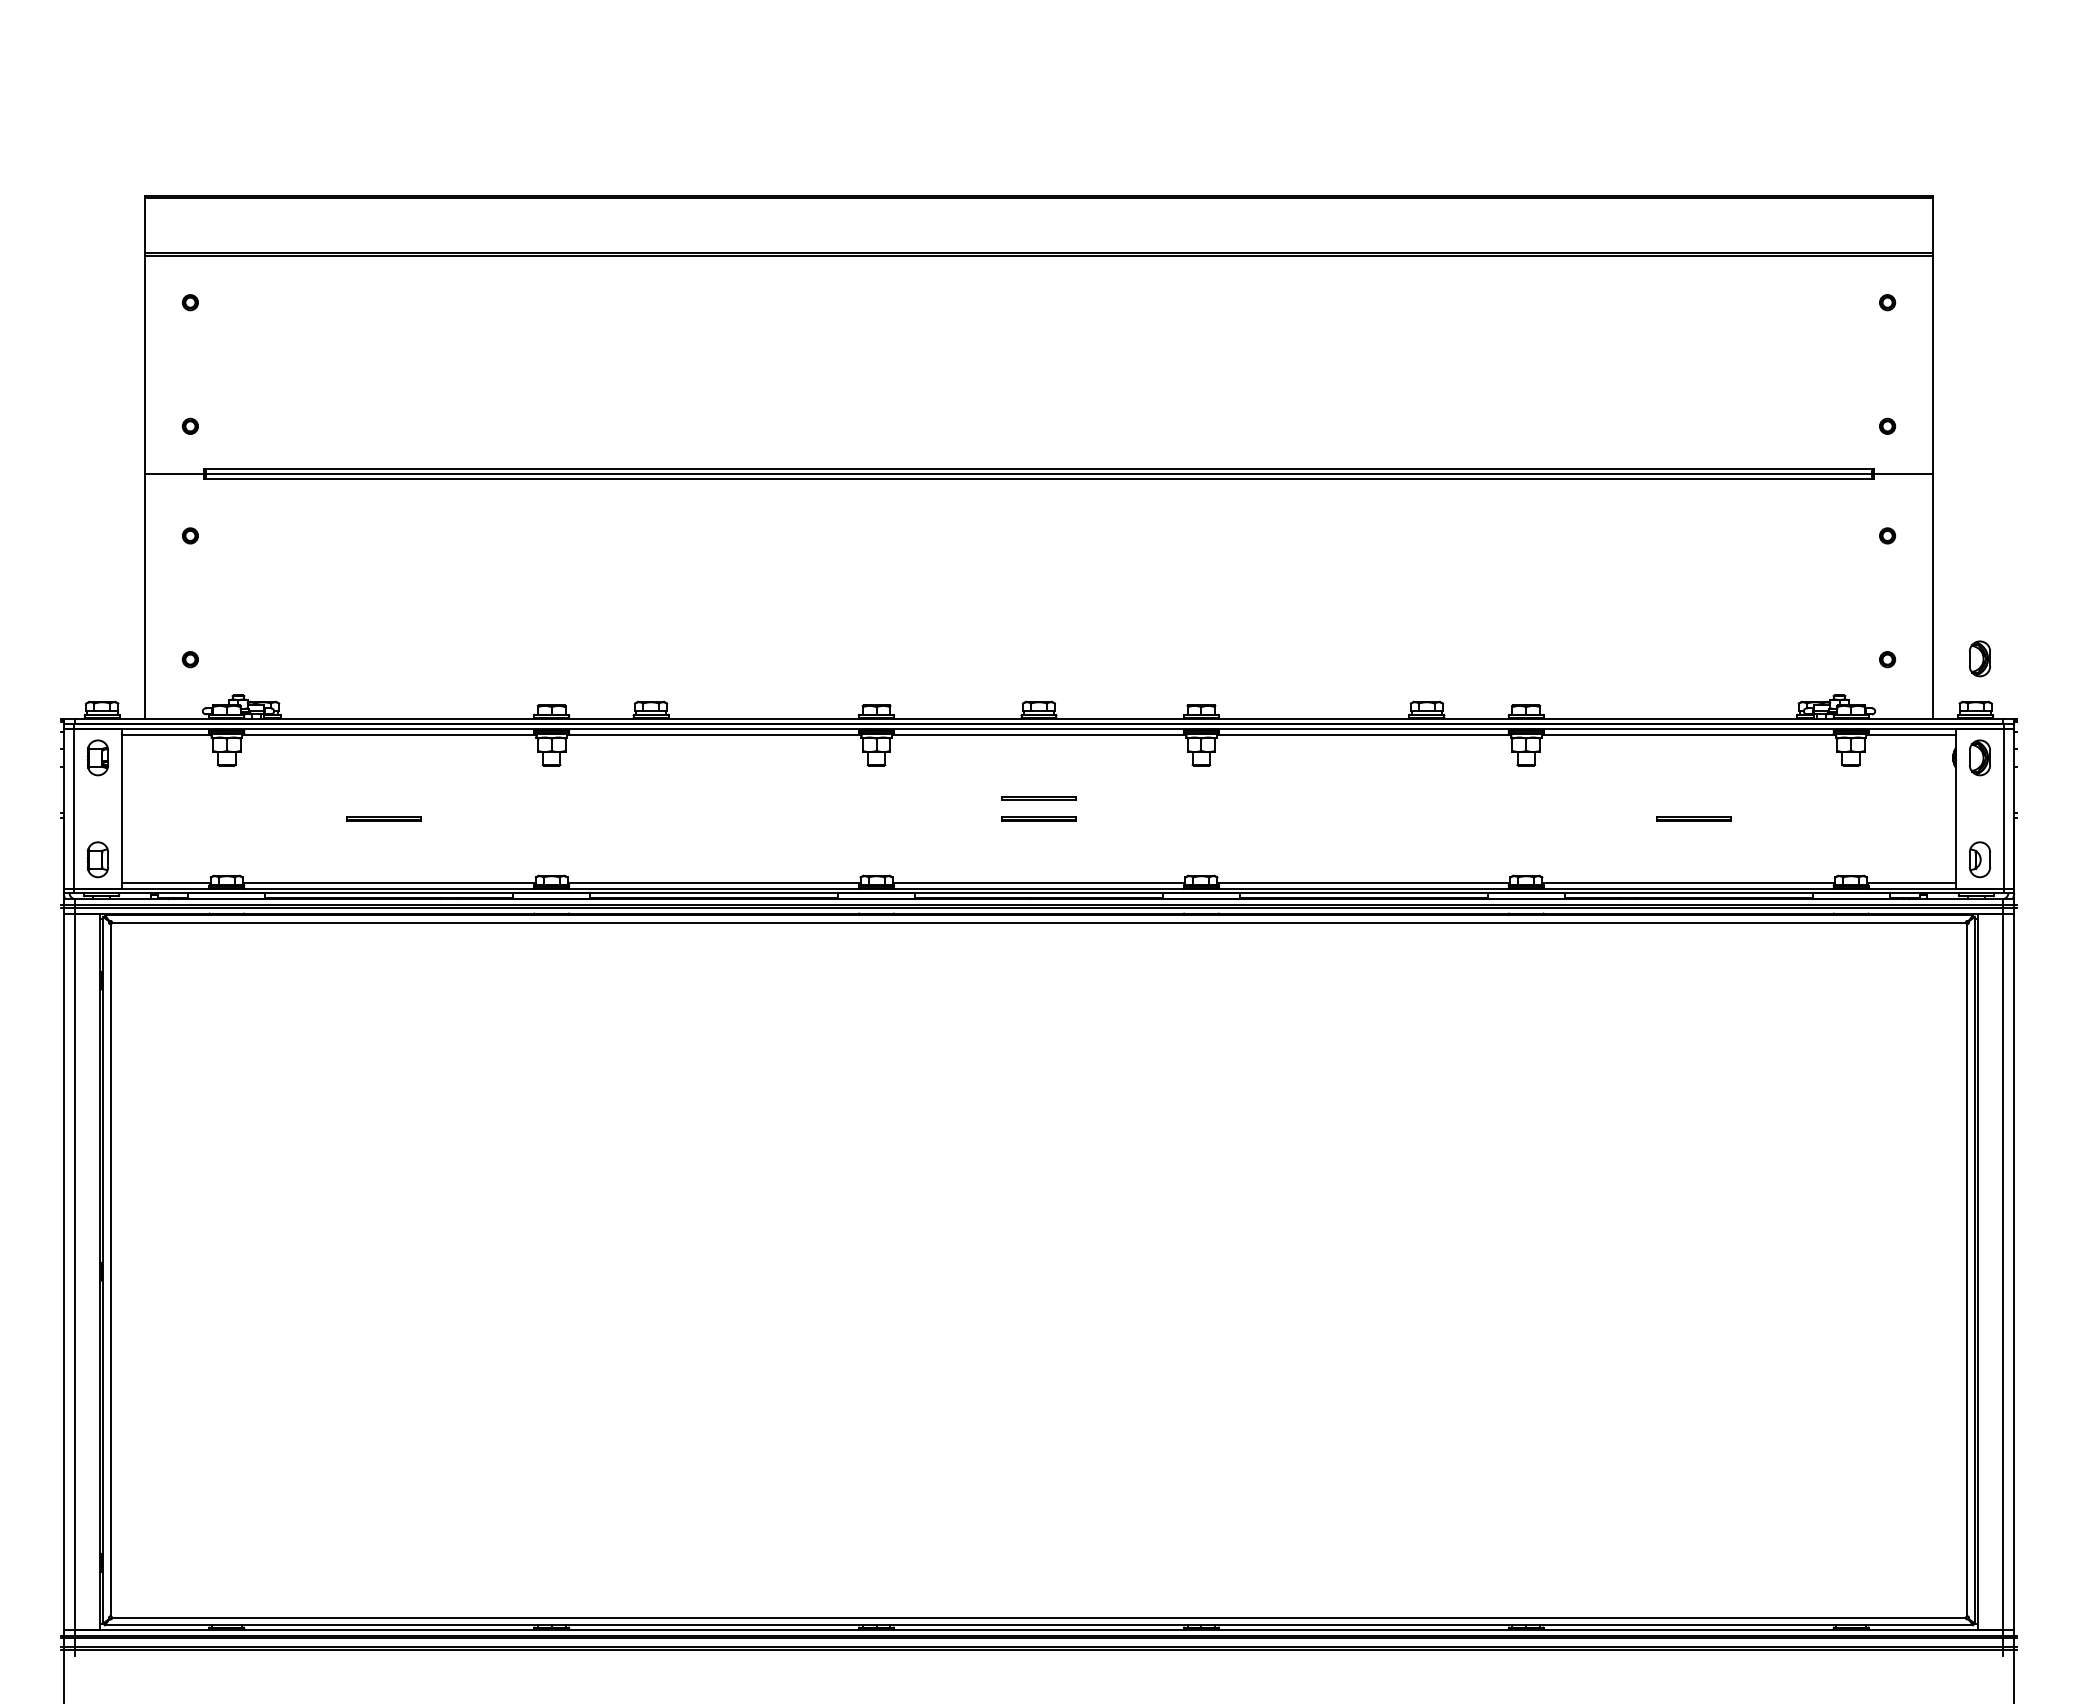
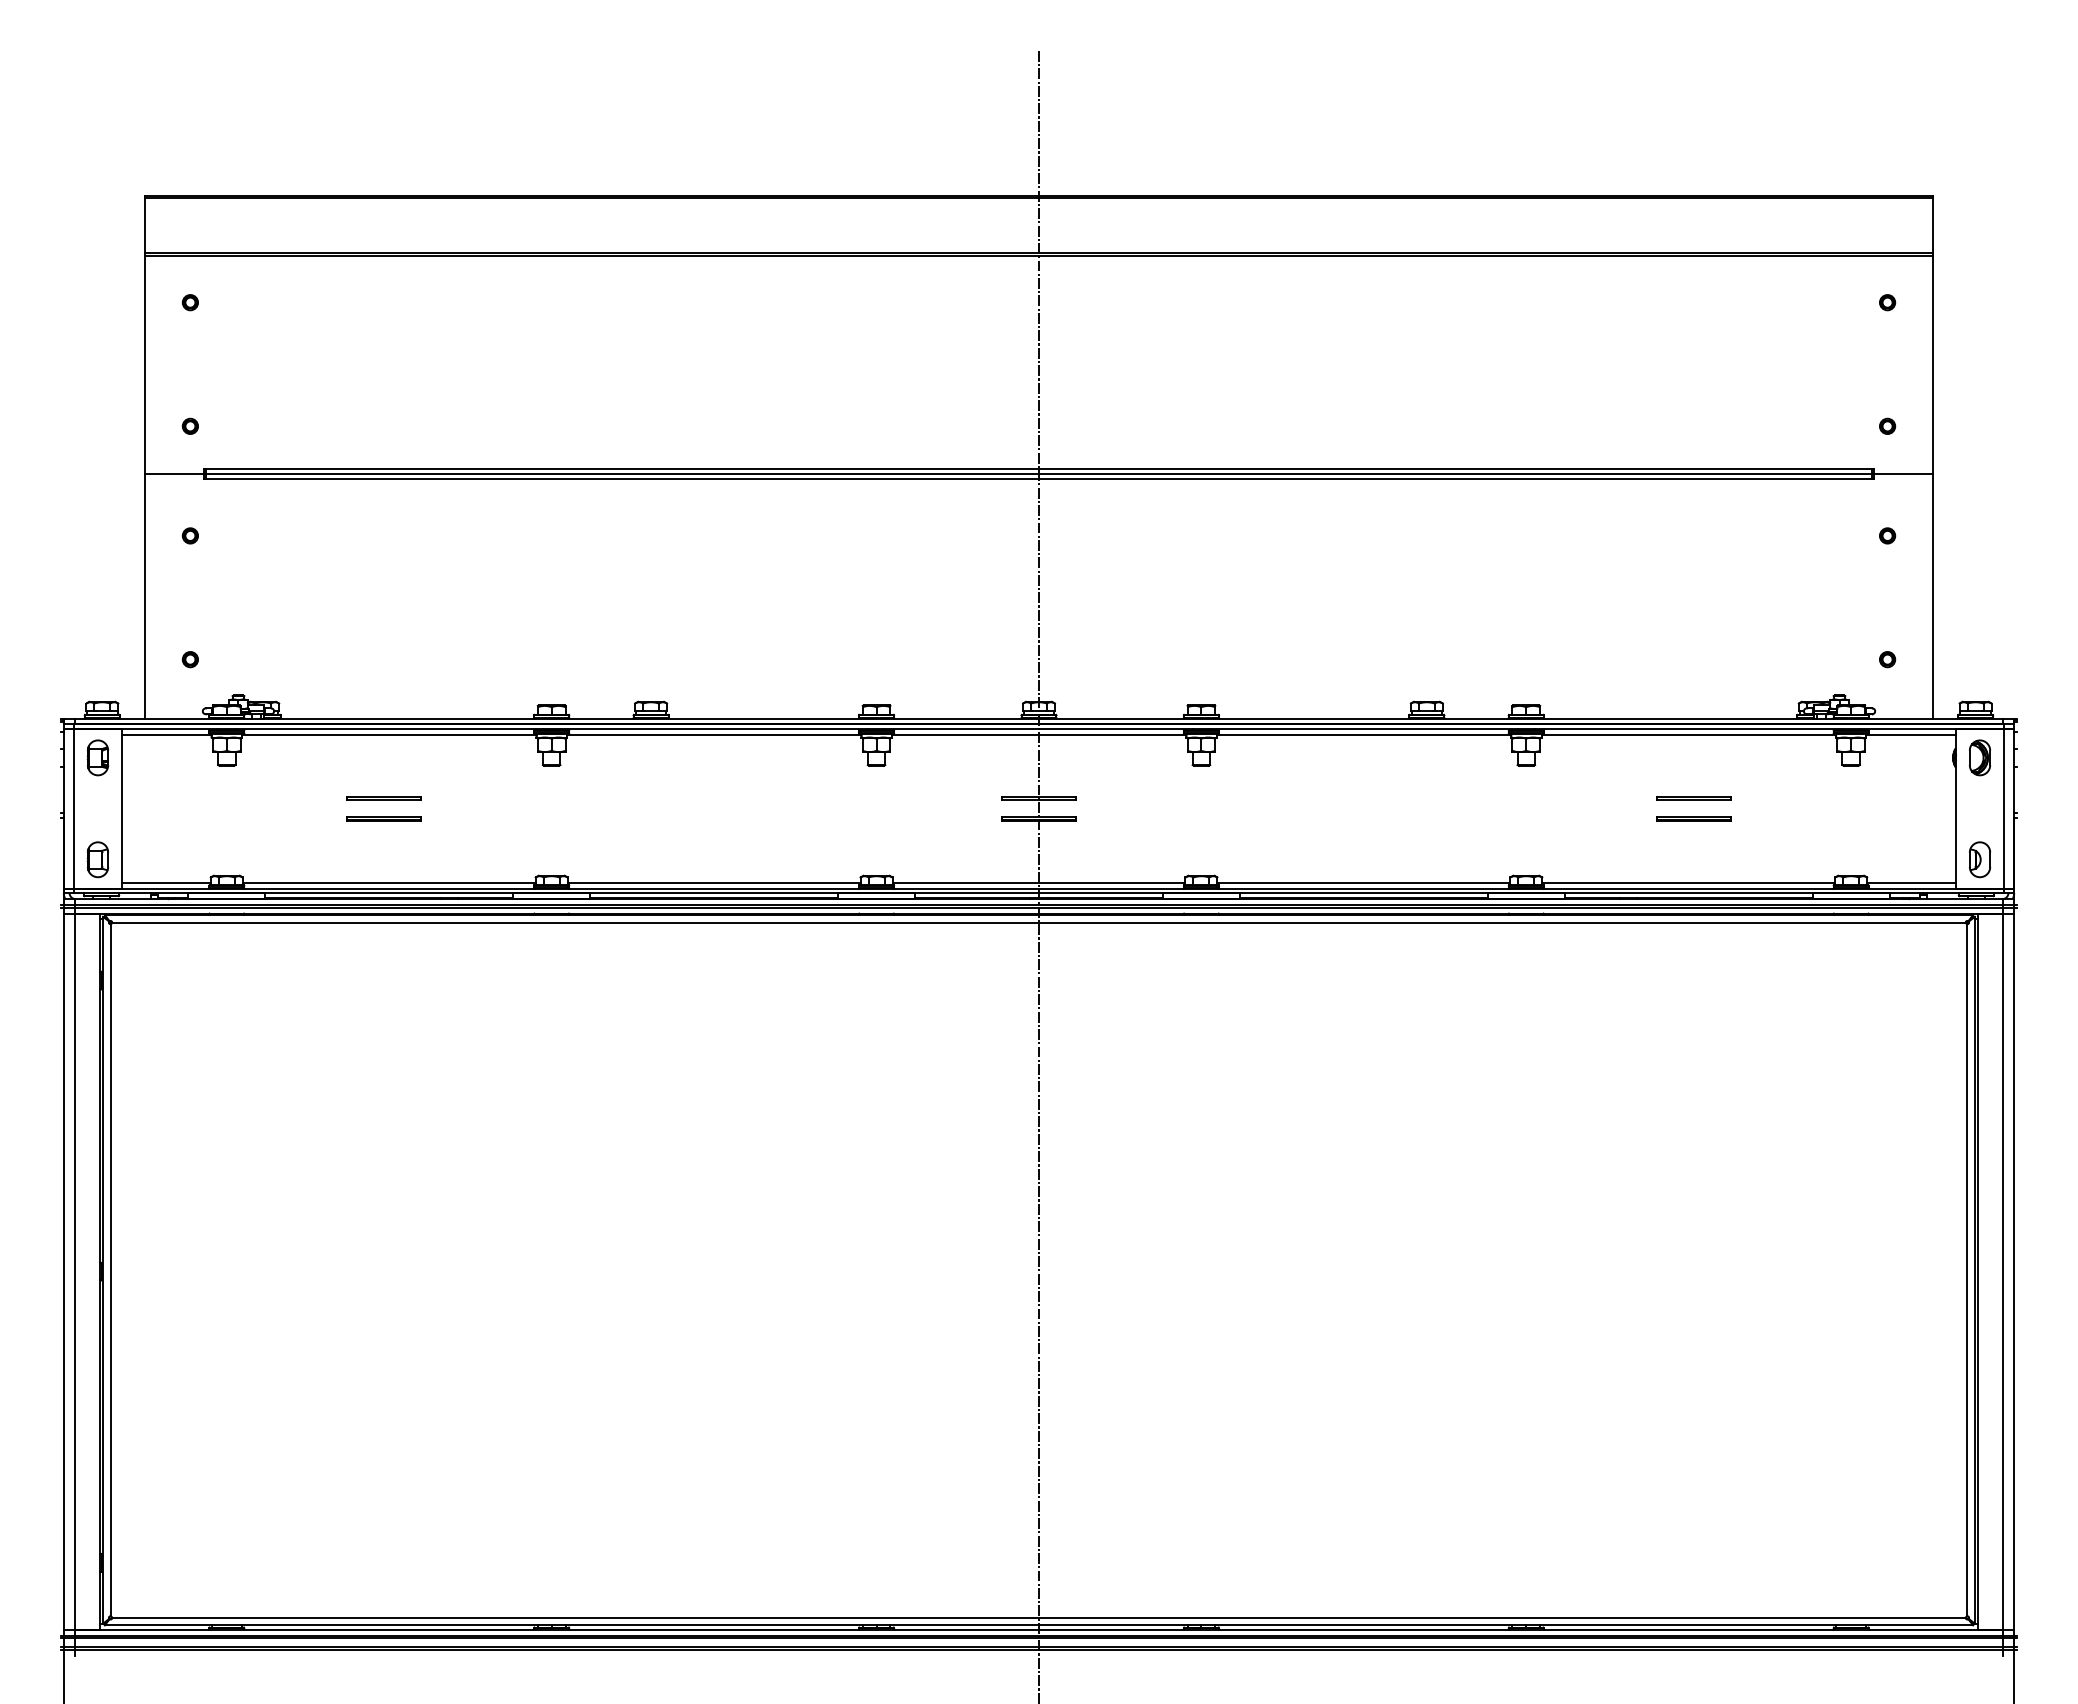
part at (1980, 658): present -> none
line at (383, 797): none -> present
line at (1693, 797): none -> present
line at (1039, 875): none -> present
